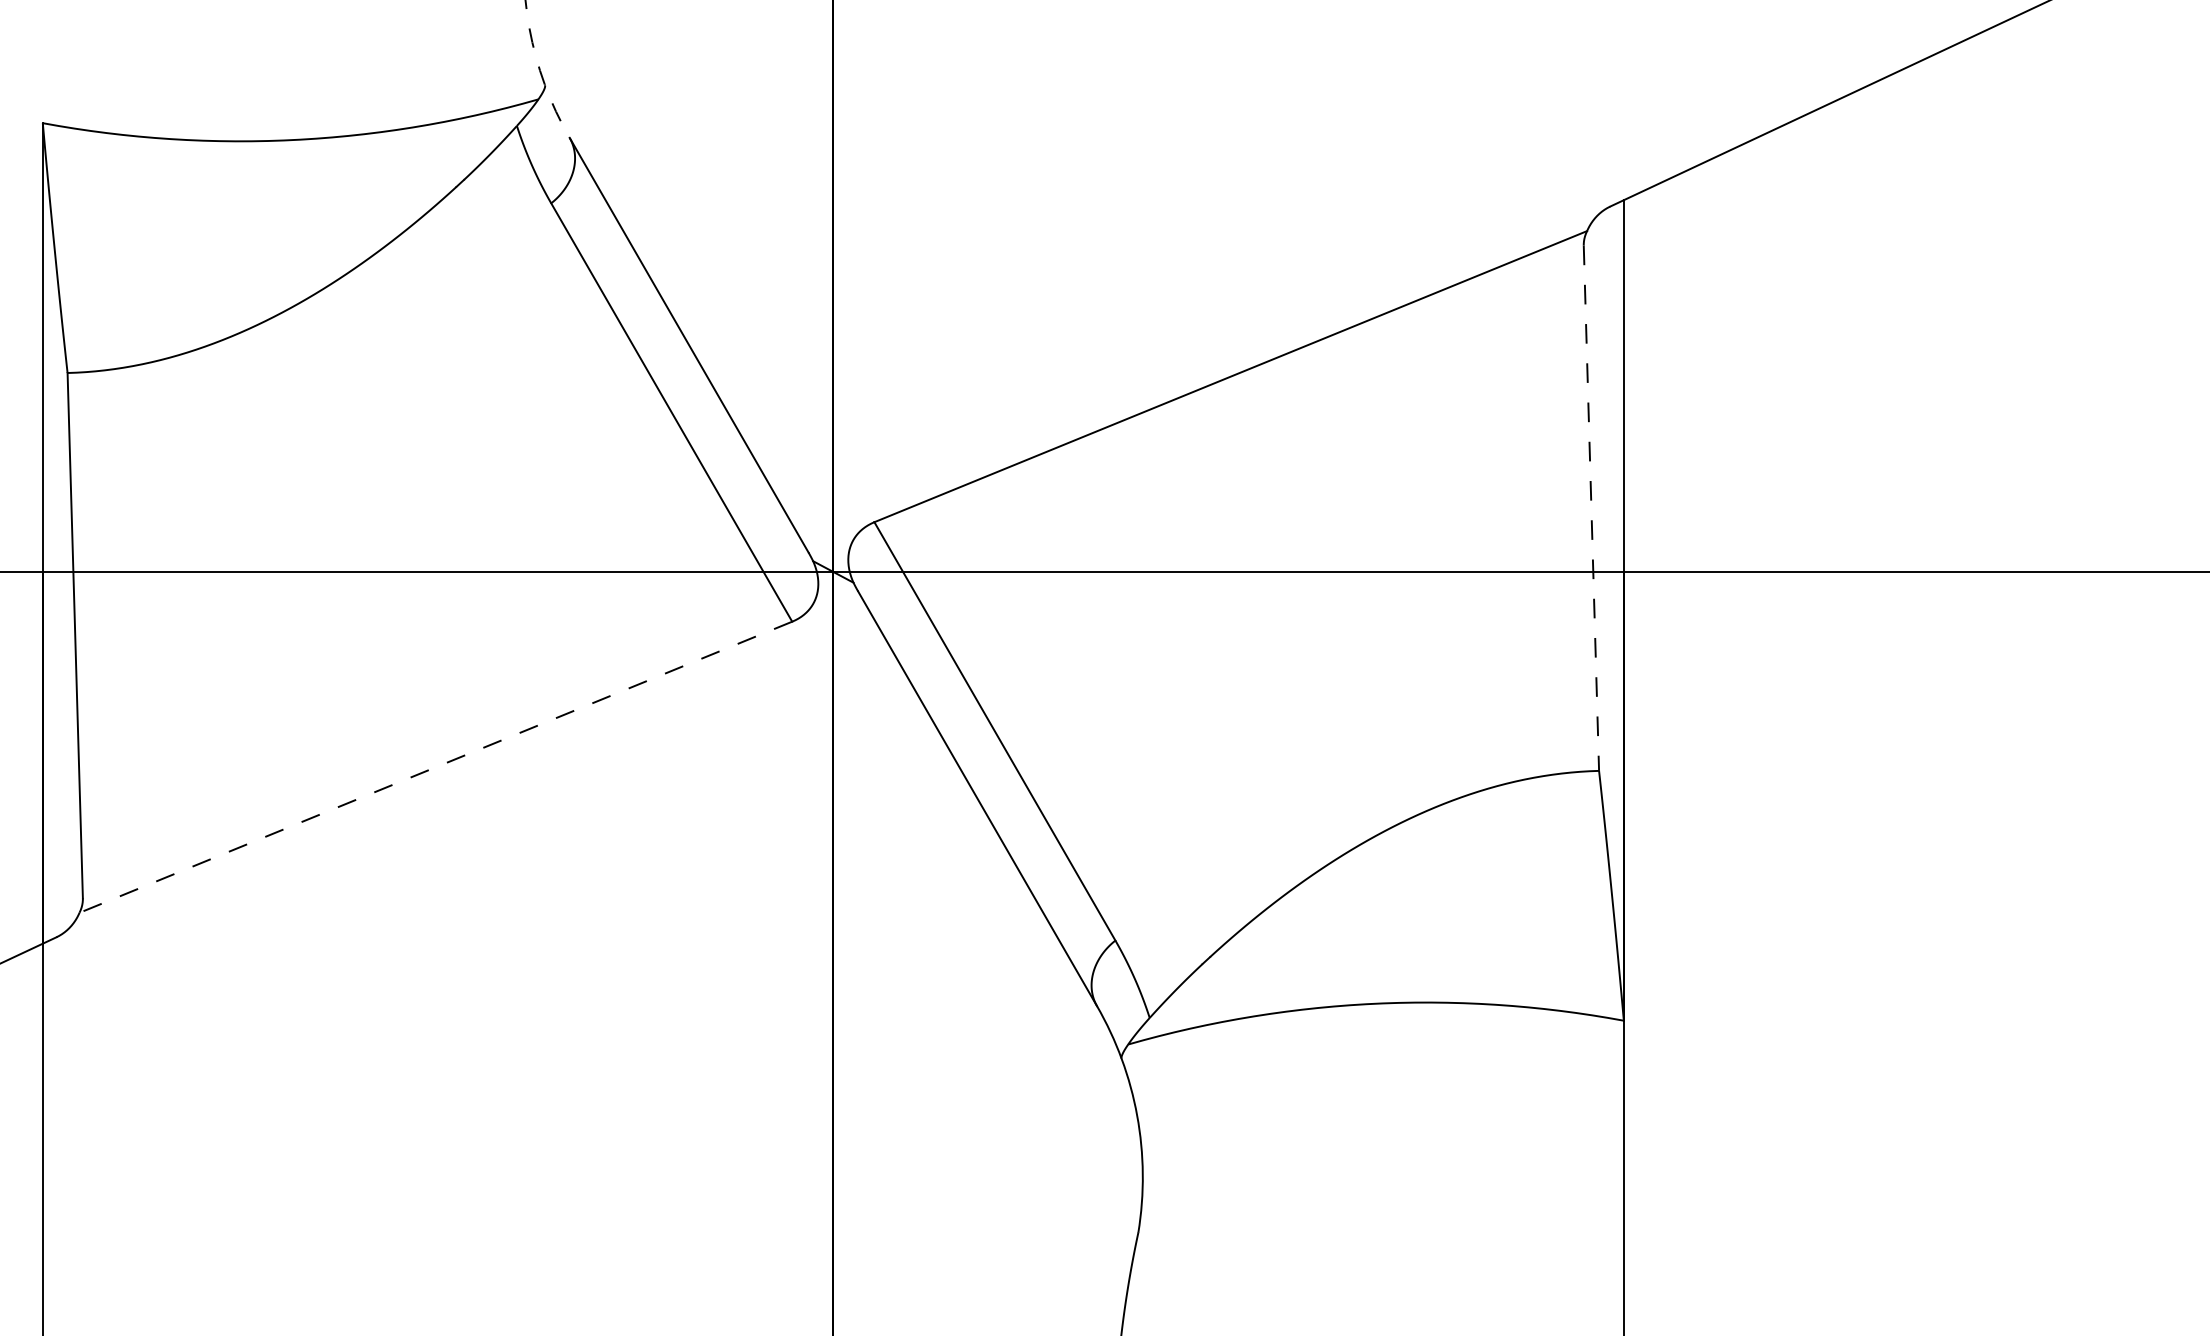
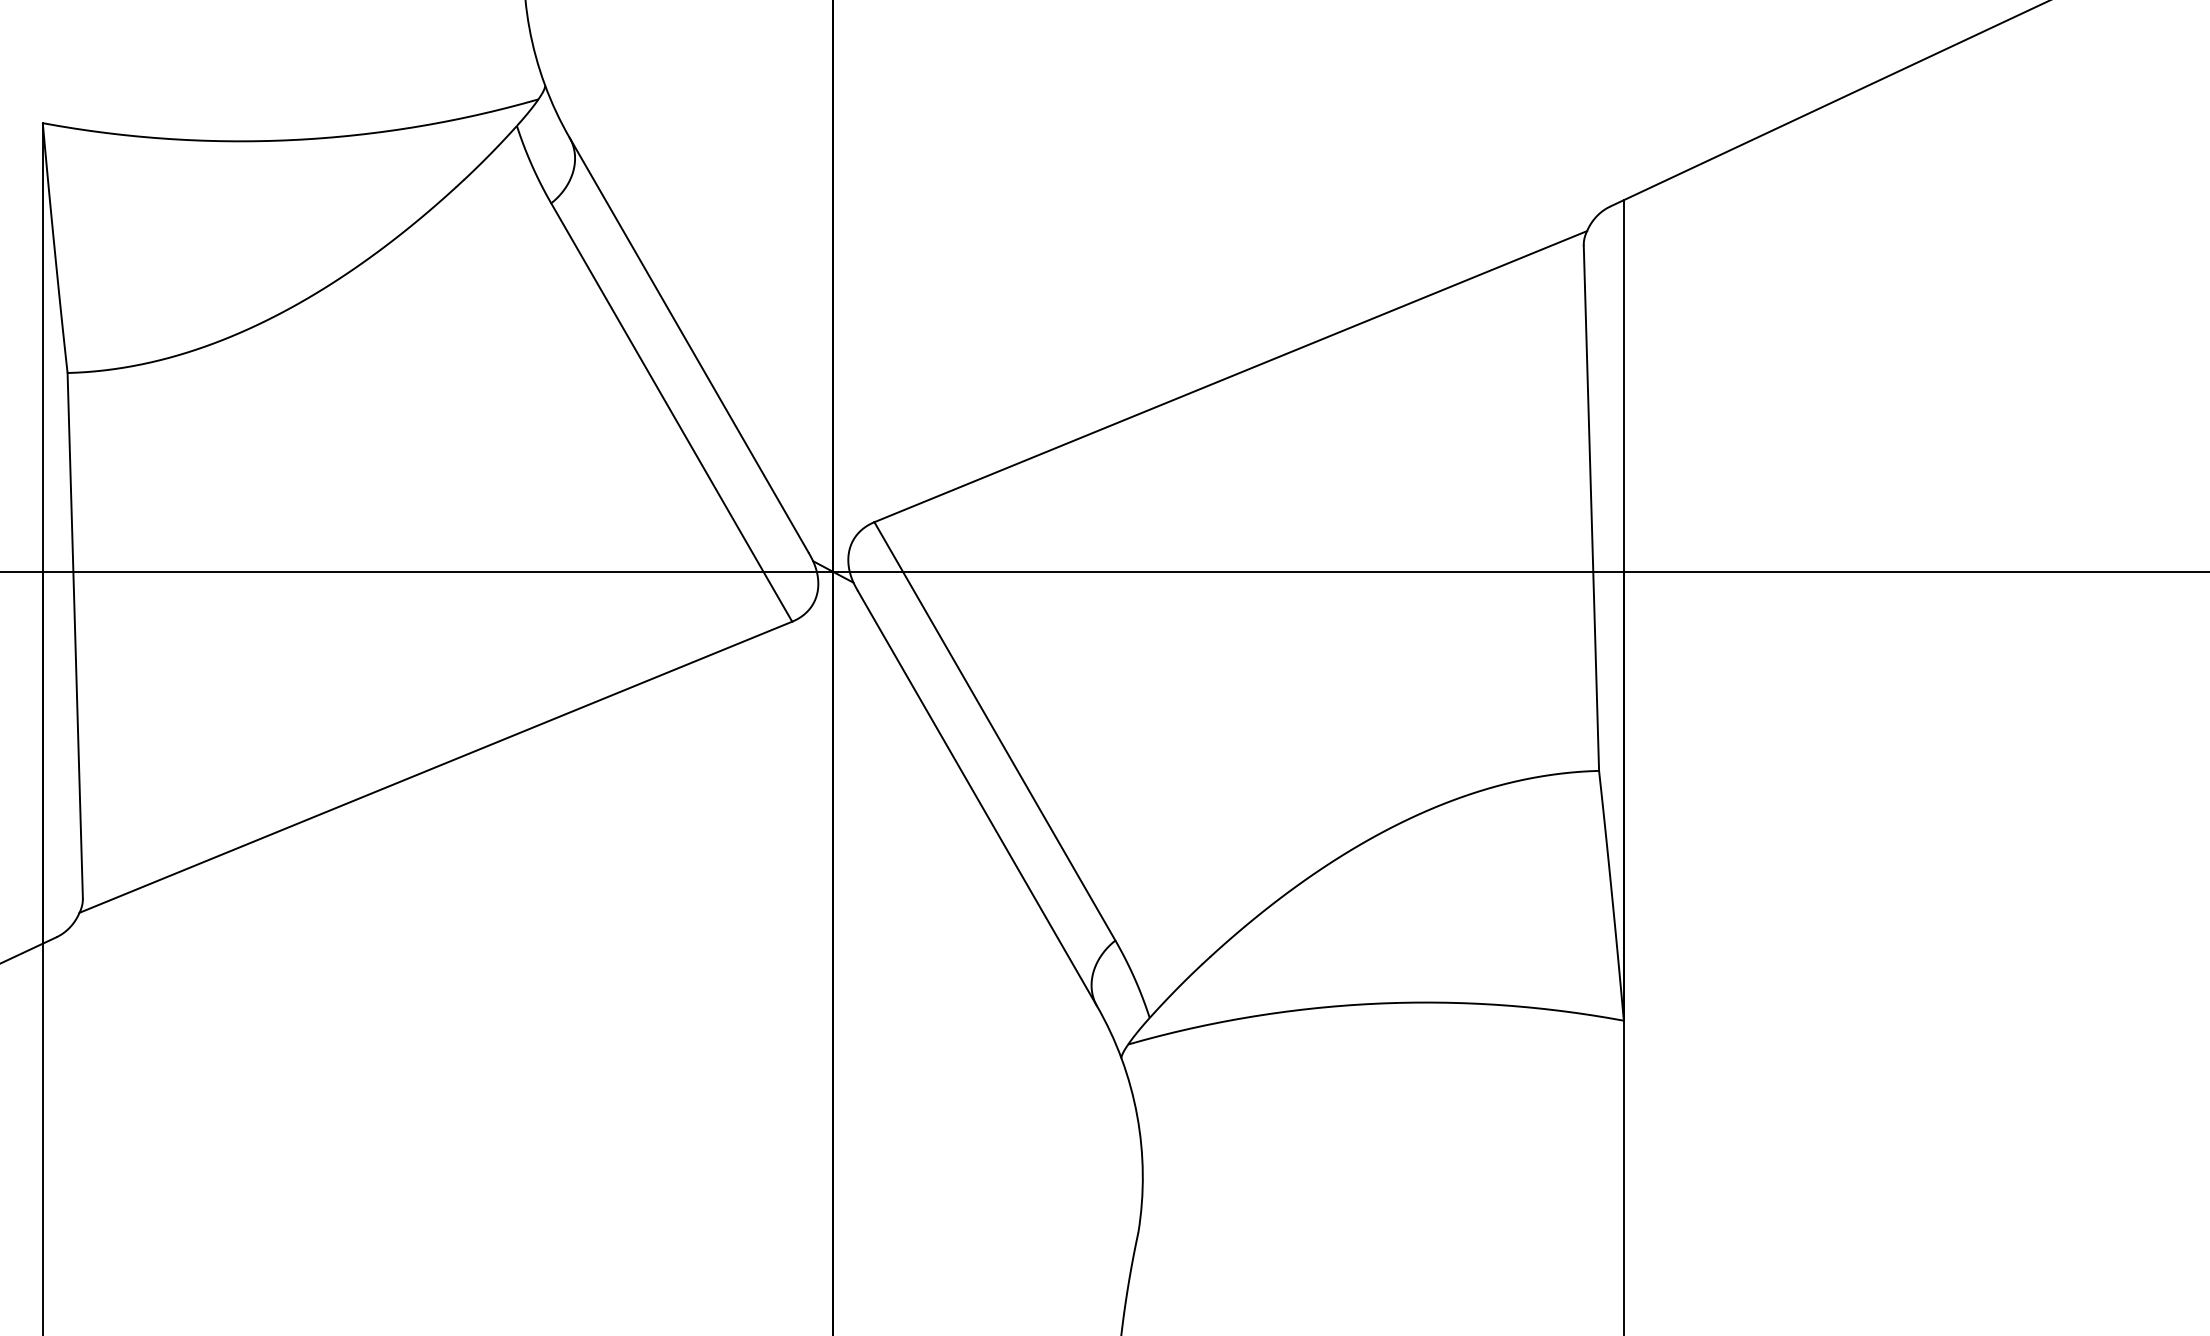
arc at (540, 70): dashed -> solid
line at (1591, 508): dashed -> solid
line at (435, 767): dashed -> solid
